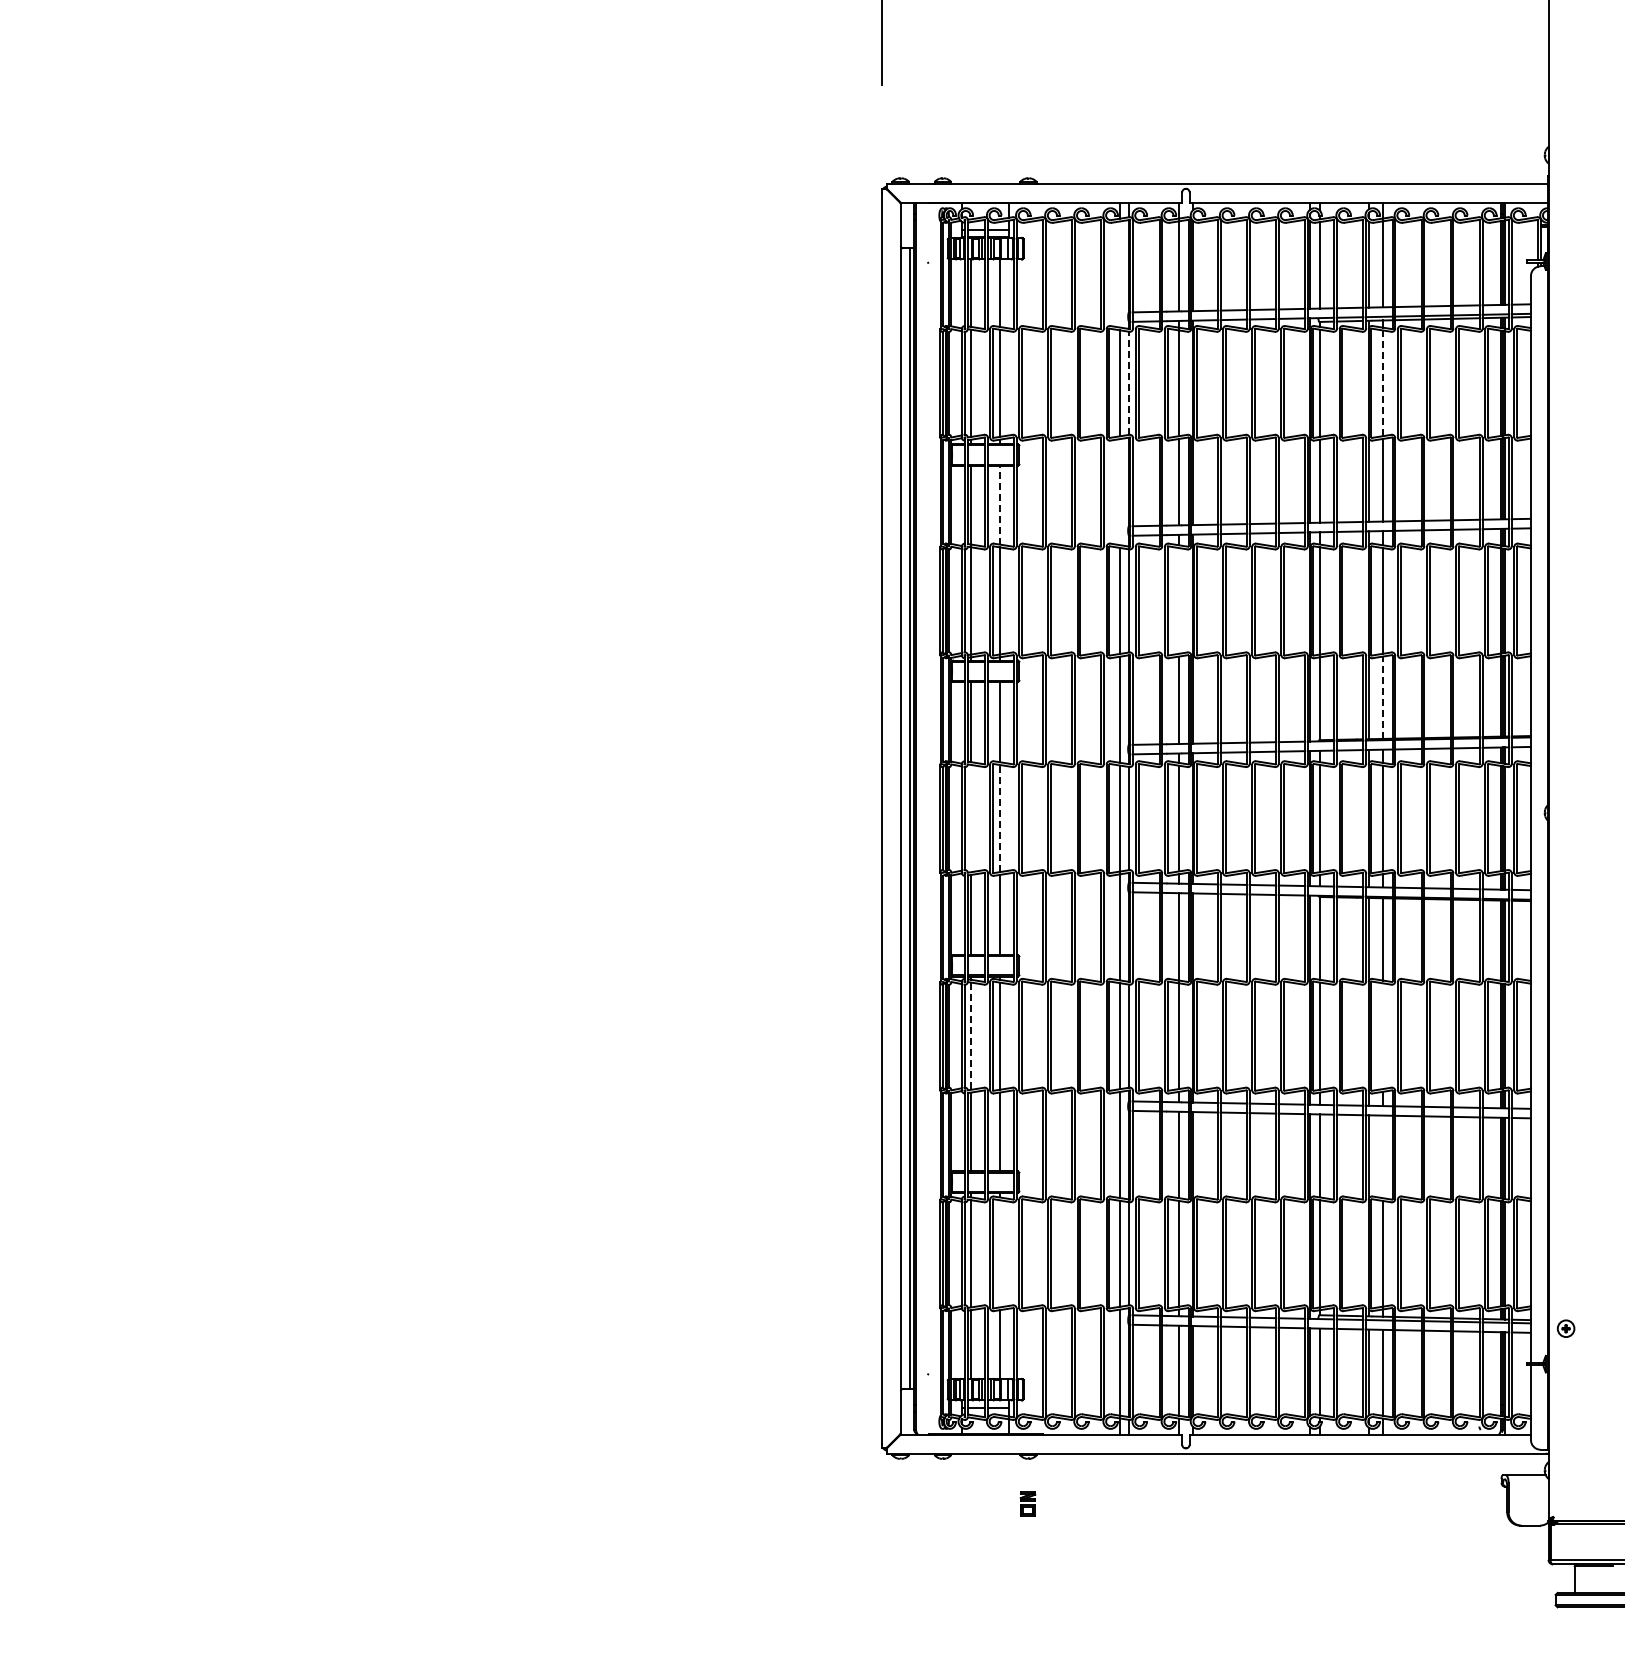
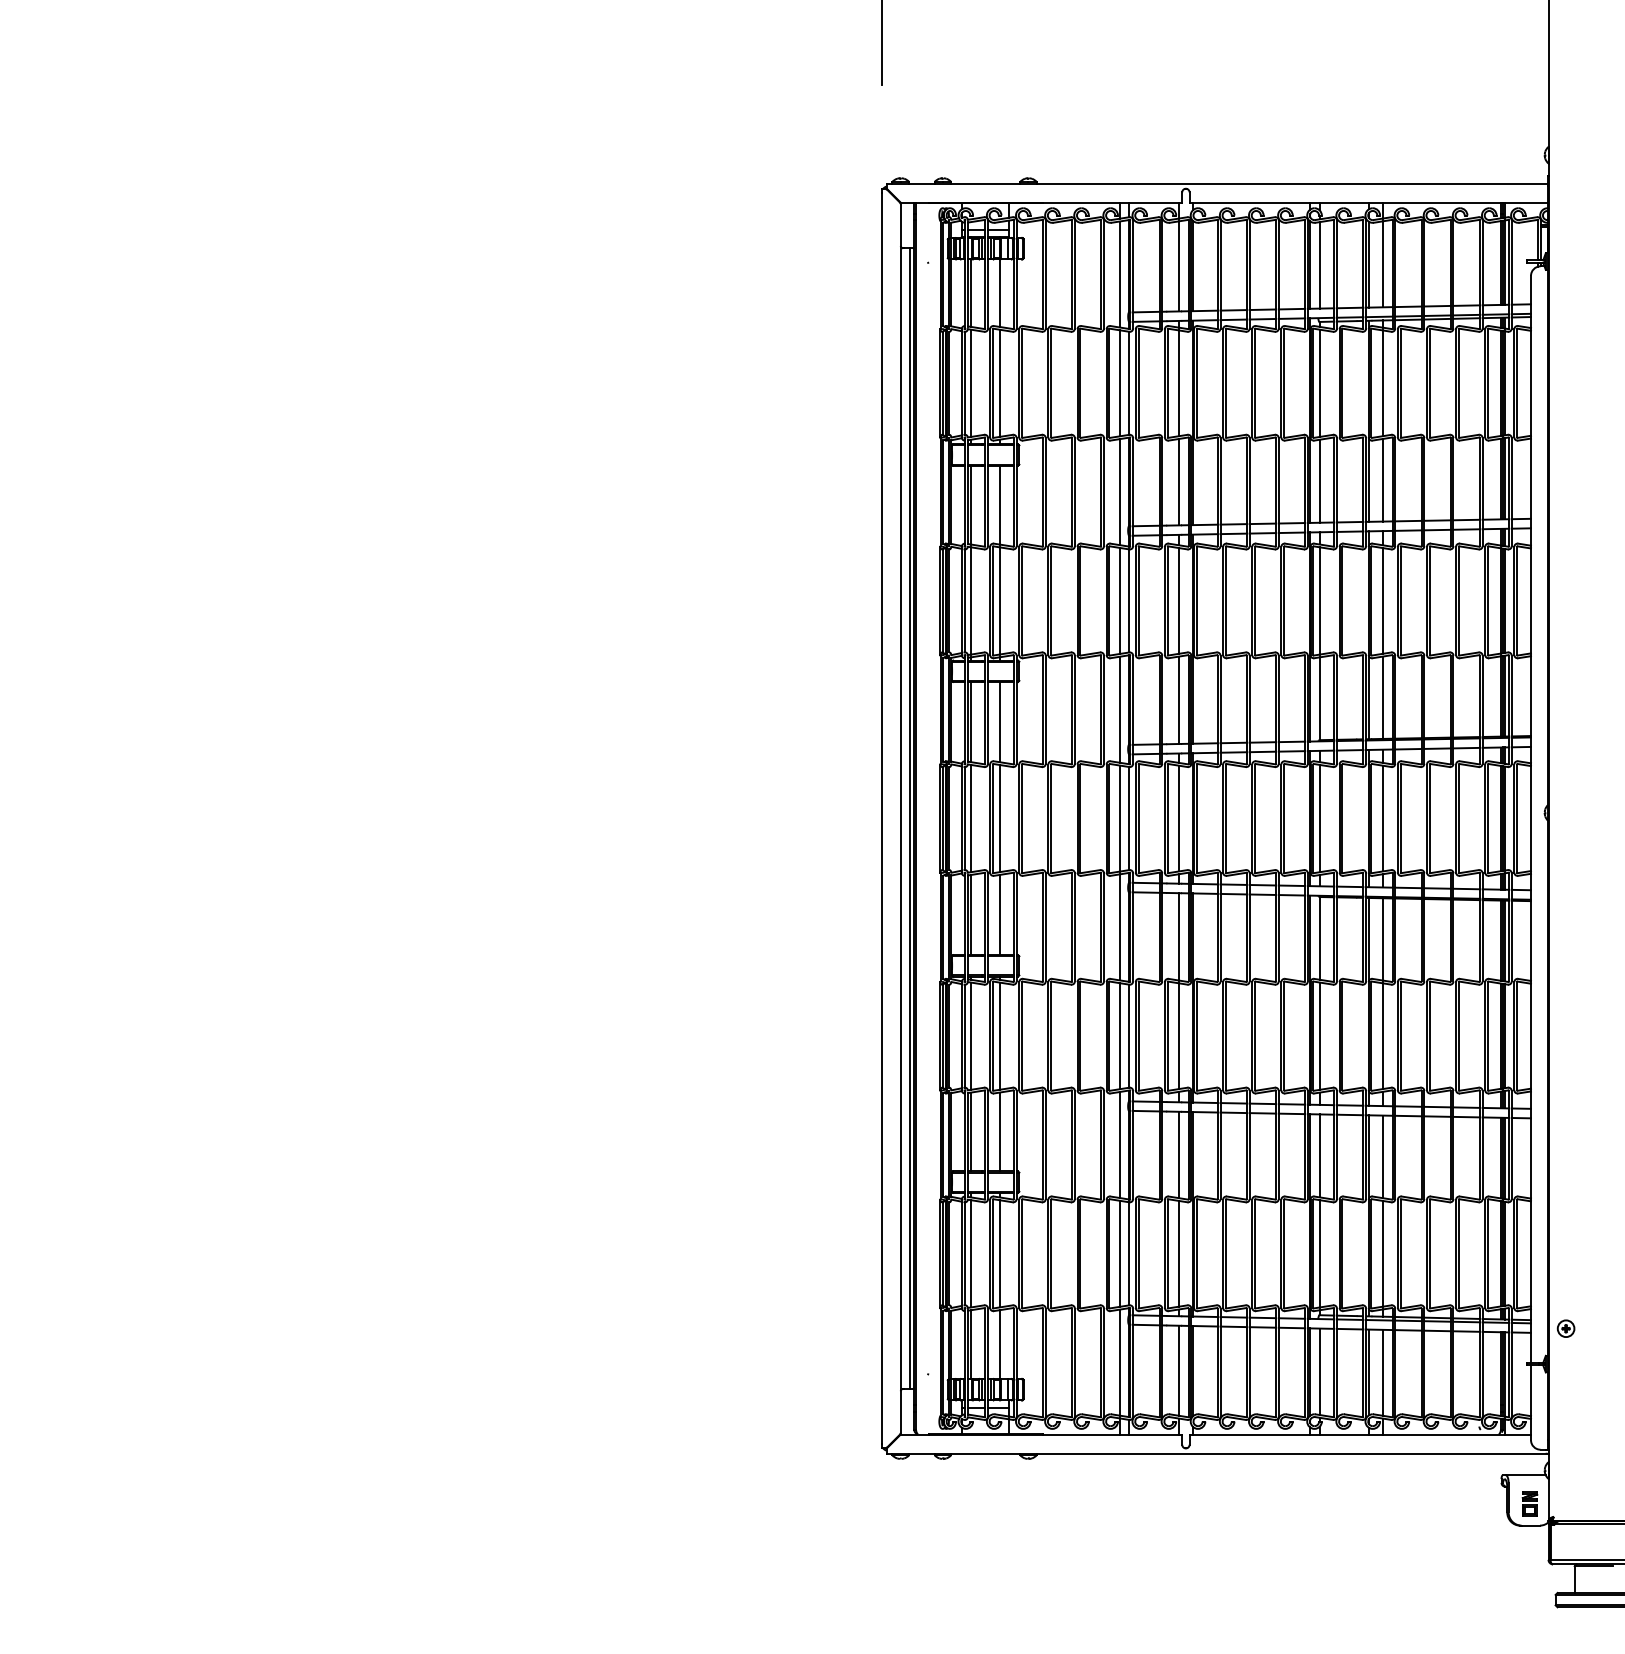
line at (1119, 274): none -> present
line at (1129, 383): dashed -> solid
line at (1383, 383): dashed -> solid
line at (1119, 492): none -> present
line at (999, 504): dashed -> solid
line at (1178, 600): none -> present
line at (1383, 697): dashed -> solid
line at (971, 818): none -> present
line at (999, 818): dashed -> solid
line at (971, 1036): dashed -> solid
line at (1383, 1036): none -> present
line at (1383, 1156): none -> present
line at (999, 1253): none -> present
part at (1027, 1503) position: (1027, 1503) -> (1529, 1503)
